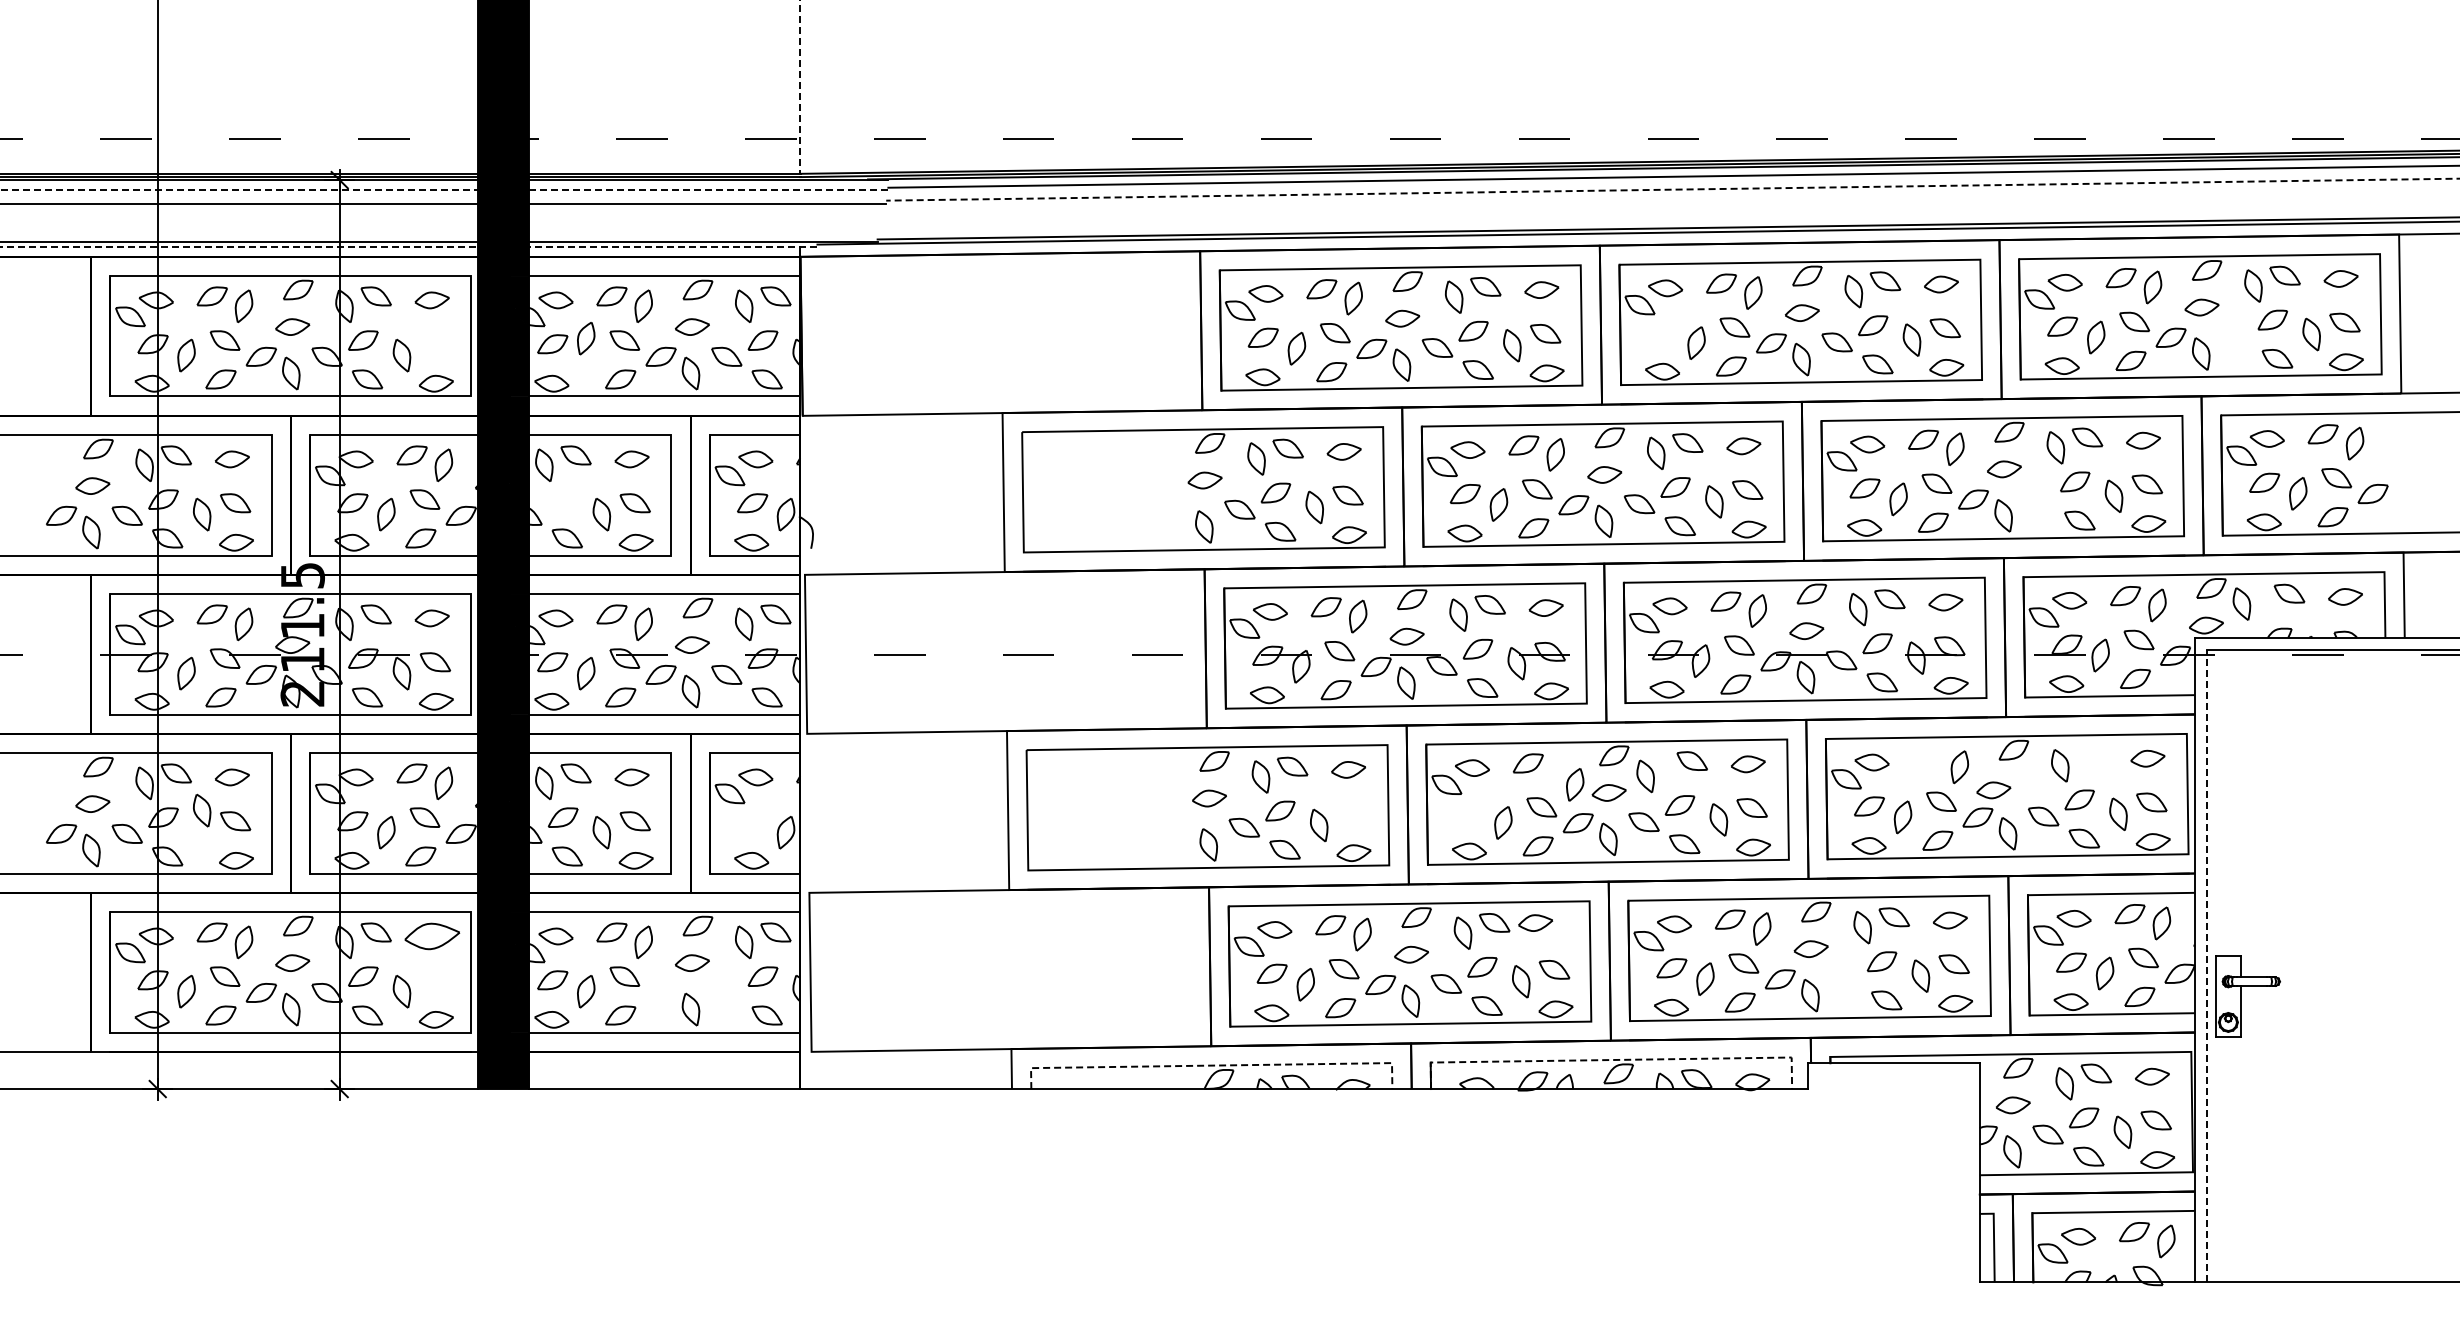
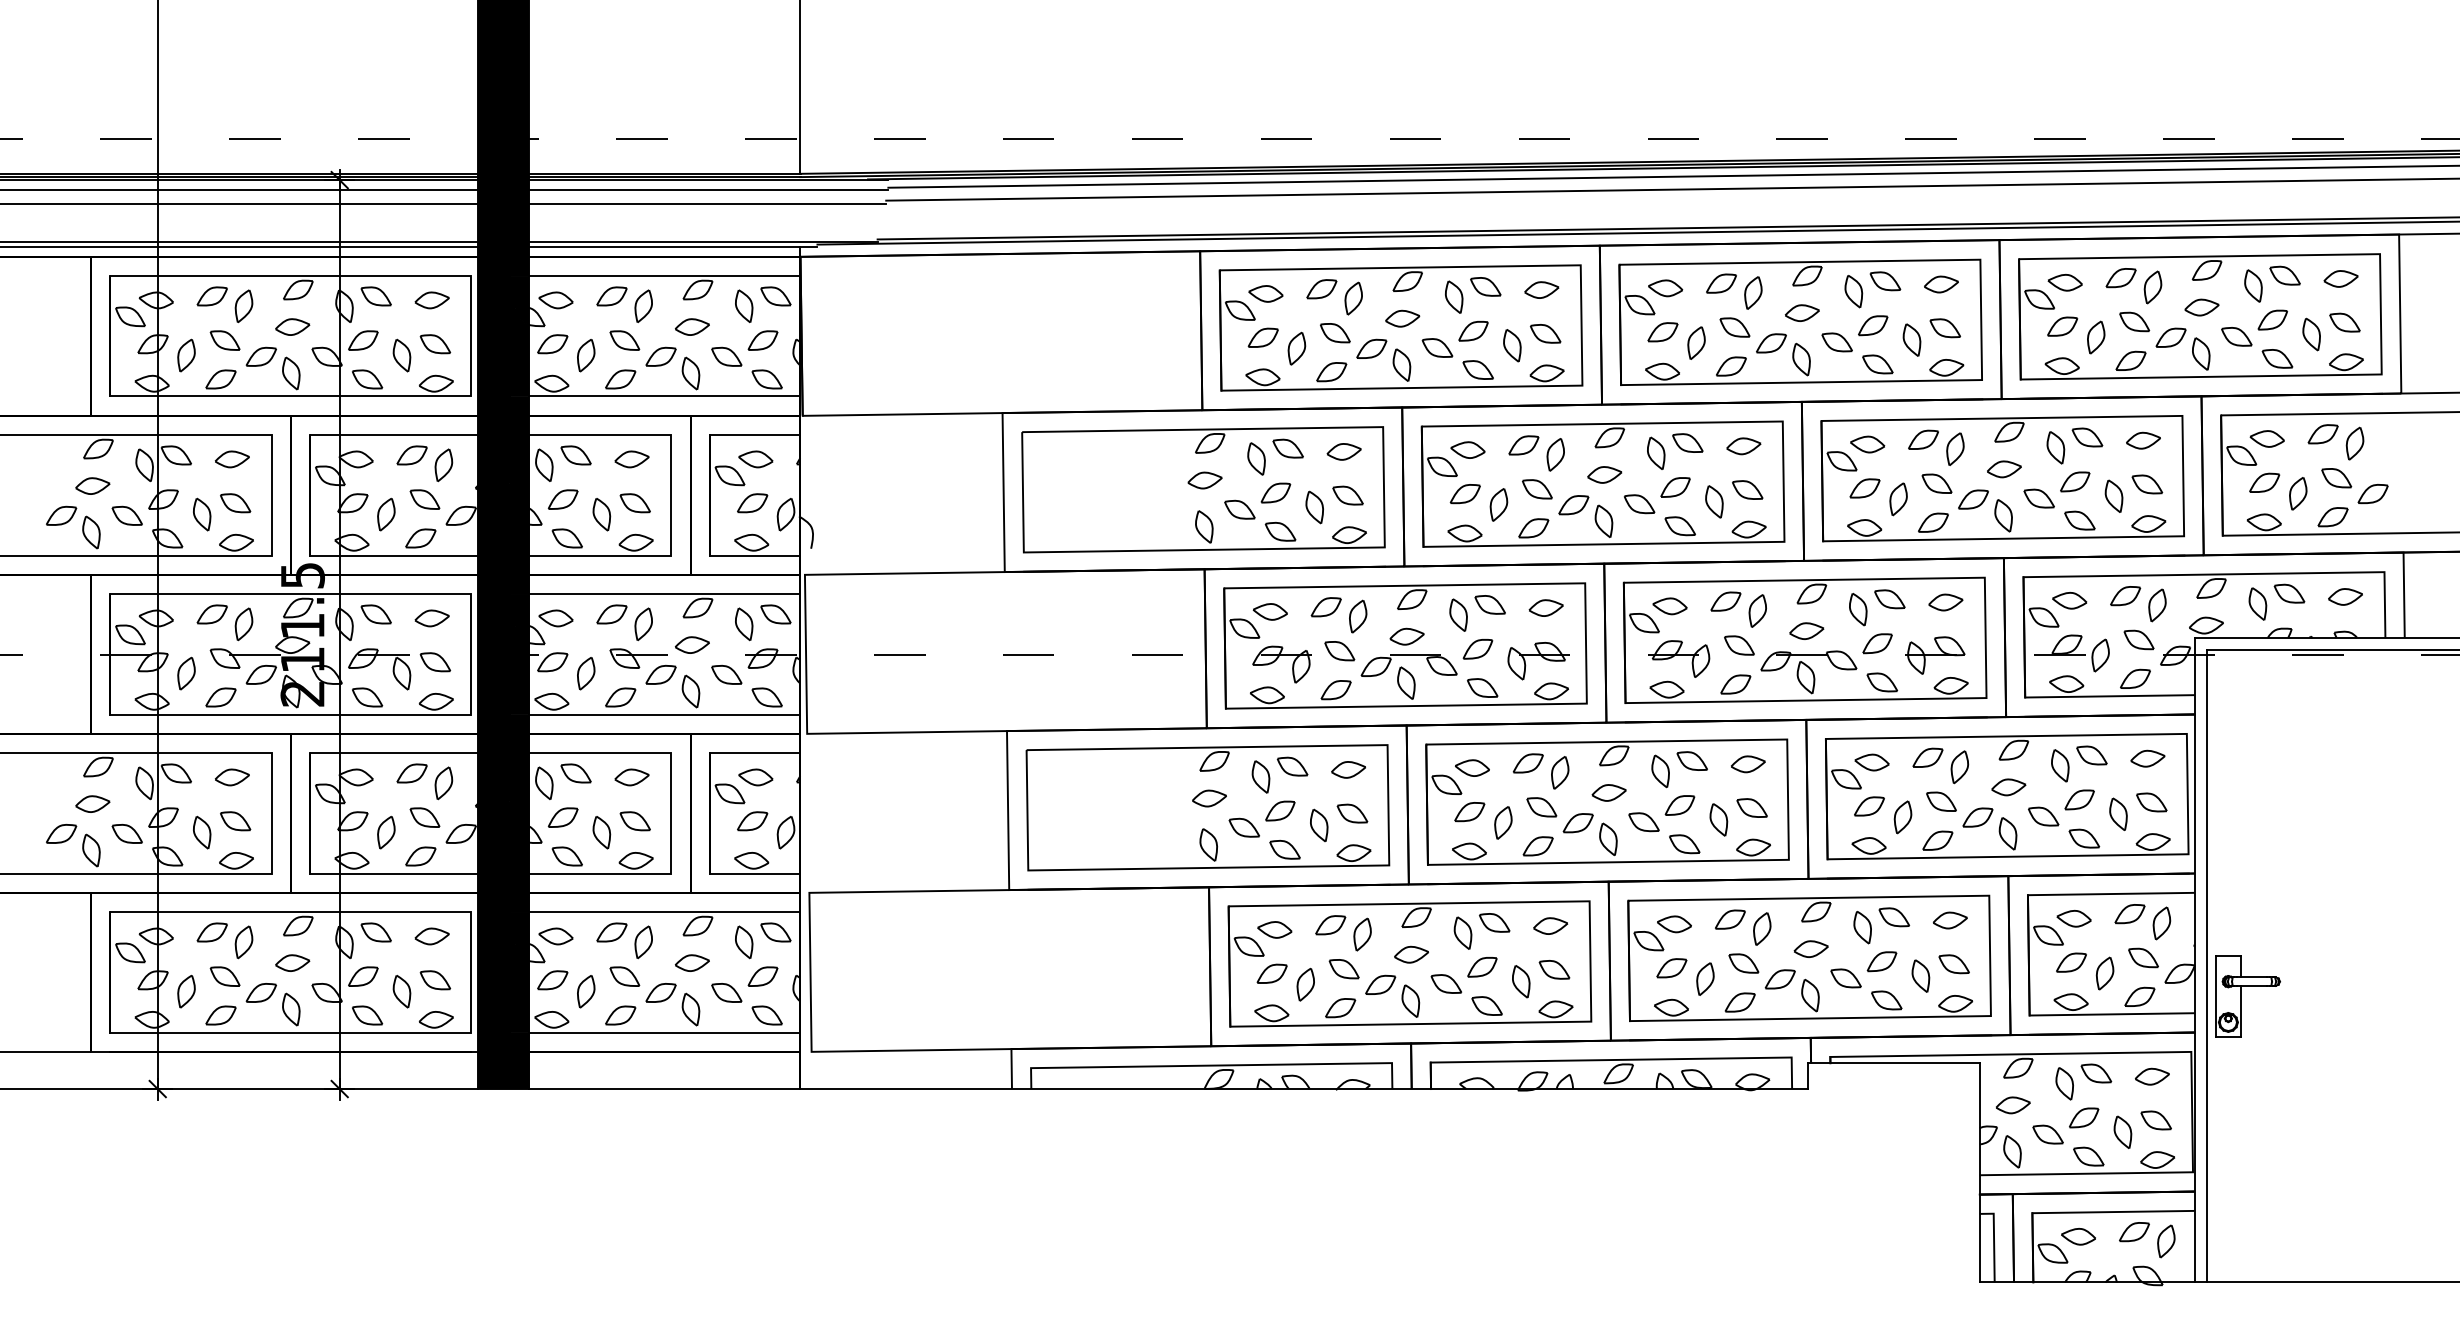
line at (800, 86): dashed -> solid
line at (444, 189): dashed -> solid
line at (1673, 189): dashed -> solid
line at (408, 246): dashed -> solid
part at (1662, 332): none -> present
part at (2236, 336): none -> present
part at (586, 338) position: (586, 338) -> (586, 355)
part at (435, 344): none -> present
part at (2038, 498): none -> present
part at (562, 499): none -> present
part at (2241, 603) position: (2241, 603) -> (2257, 603)
part at (2091, 755): none -> present
part at (1927, 757): none -> present
part at (1645, 776) position: (1645, 776) -> (1660, 771)
part at (1575, 784) position: (1575, 784) -> (1560, 772)
part at (1993, 790) position: (1993, 790) -> (2008, 787)
part at (202, 810) position: (202, 810) -> (202, 832)
part at (1469, 812): none -> present
part at (1352, 813): none -> present
part at (752, 821): none -> present
part at (1535, 922) position: (1535, 922) -> (1550, 925)
part at (432, 936) size: 57x29 px -> 36x19 px
line at (2206, 965): dashed -> solid
part at (1845, 978): none -> present
part at (435, 980): none -> present
part at (660, 992): none -> present
part at (726, 992): none -> present
line at (1614, 1059): dashed -> solid
line at (1214, 1065): dashed -> solid
